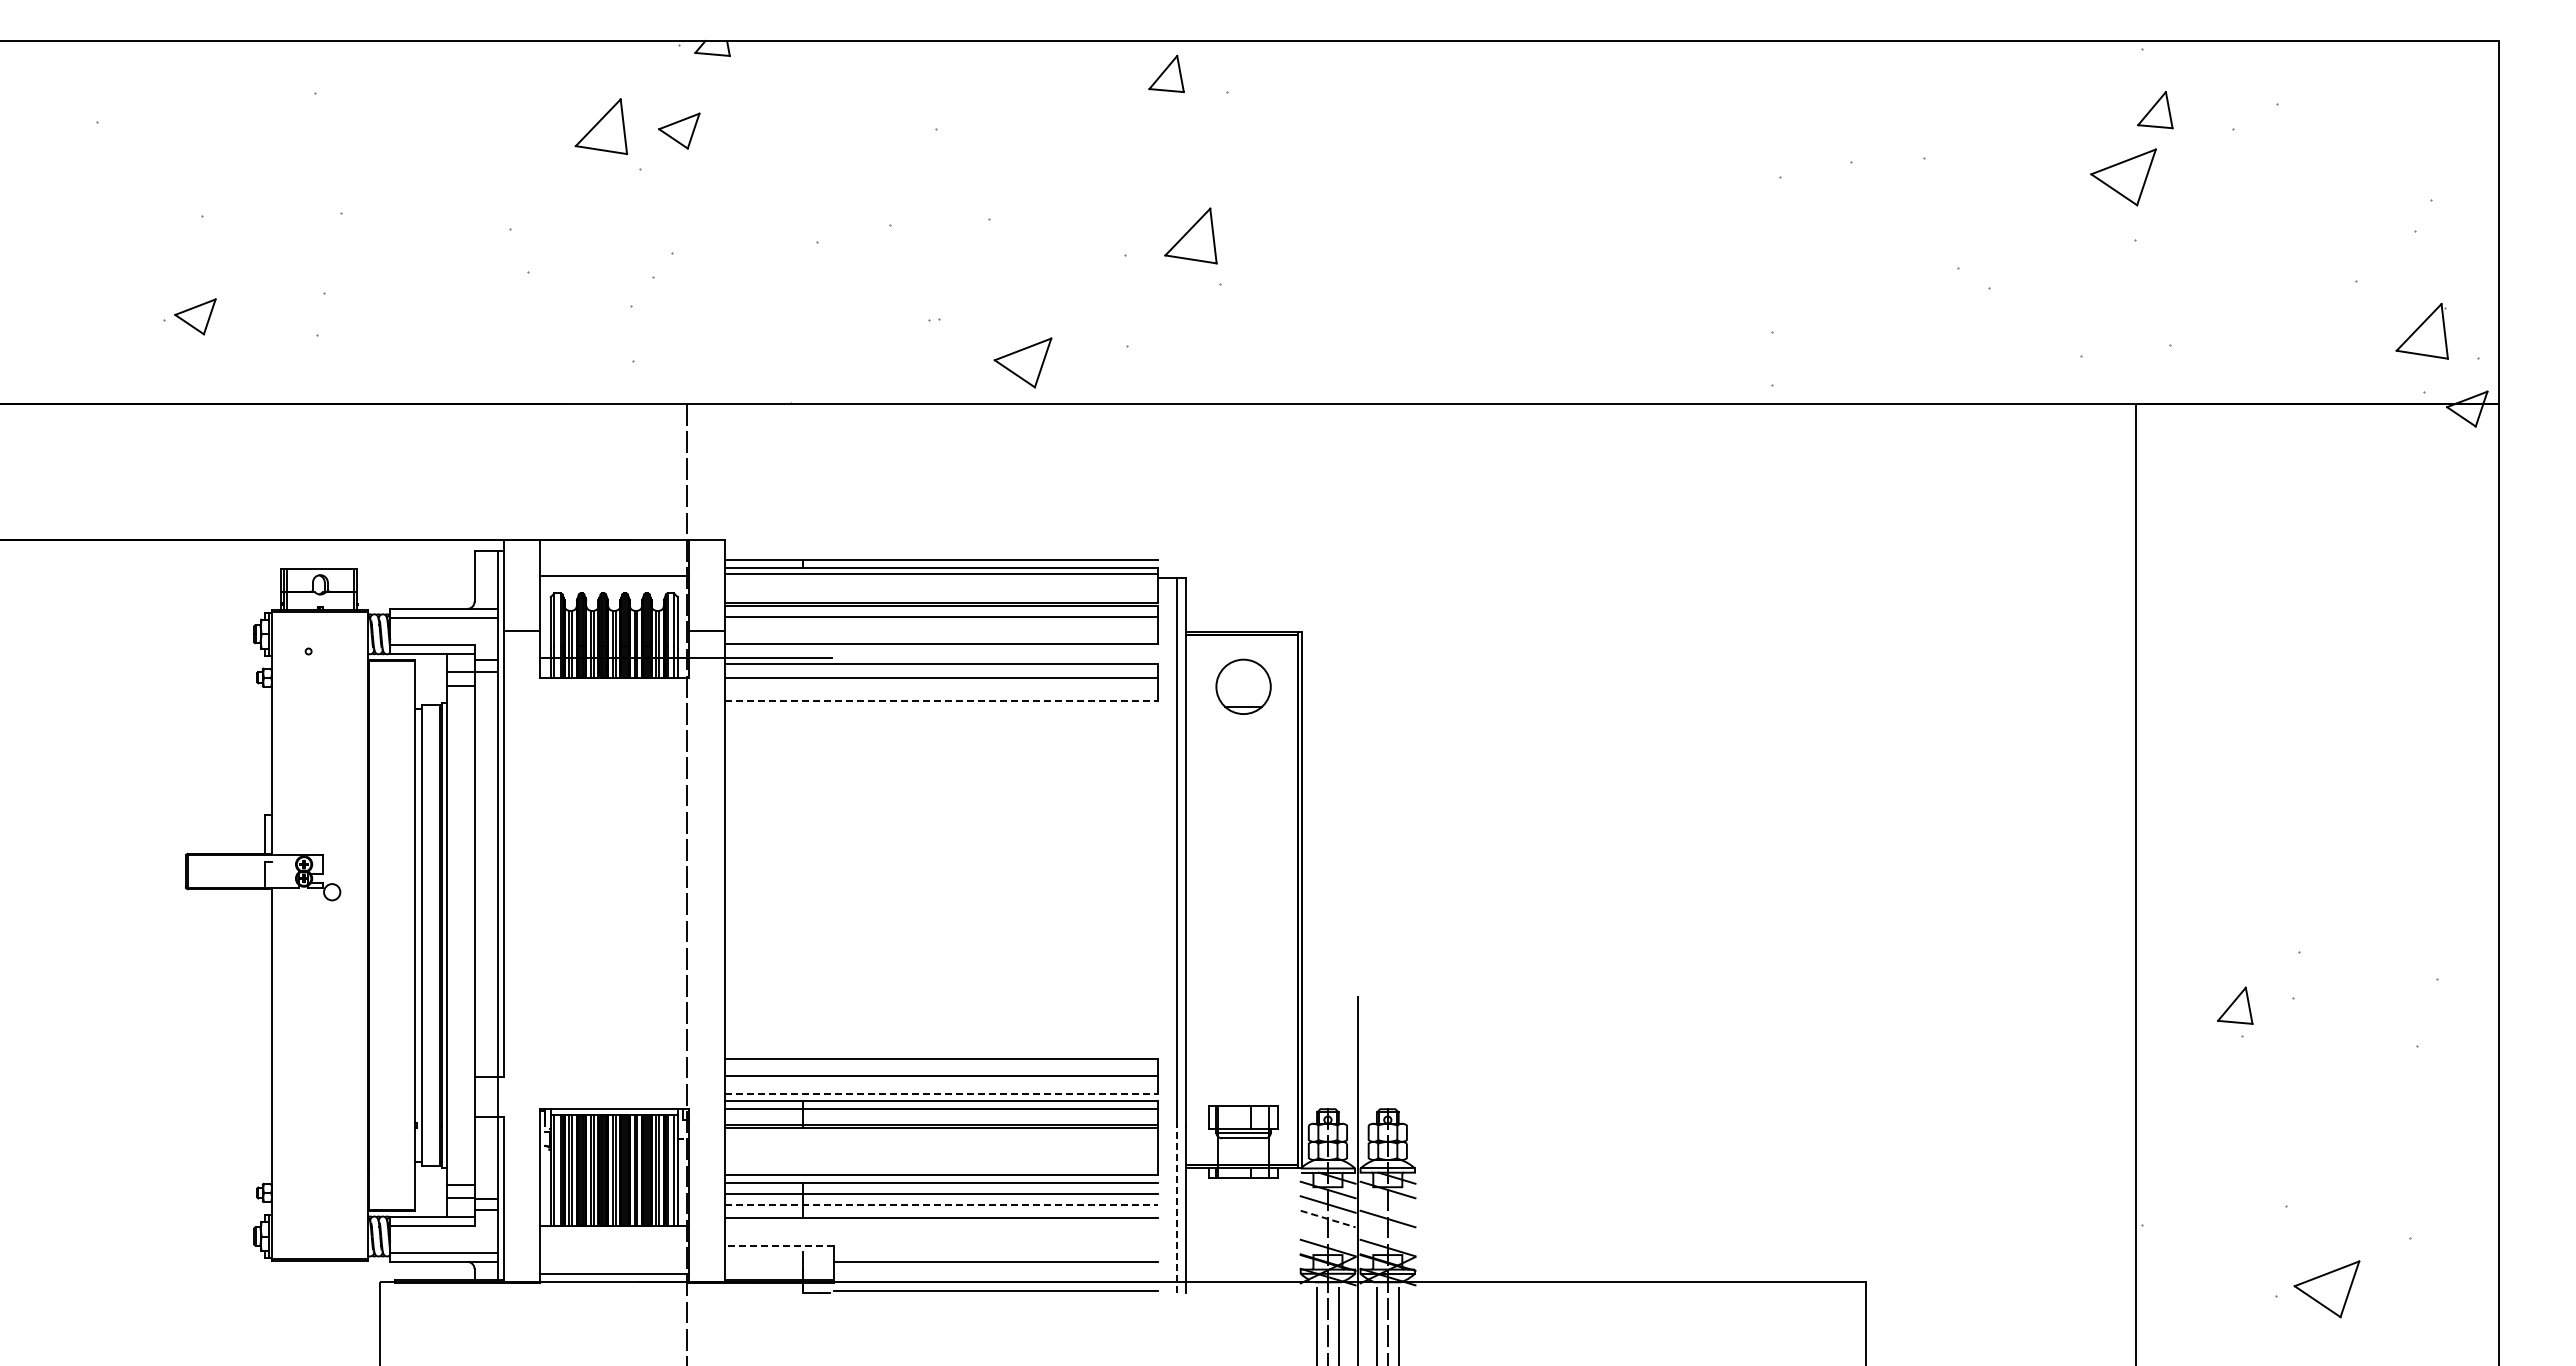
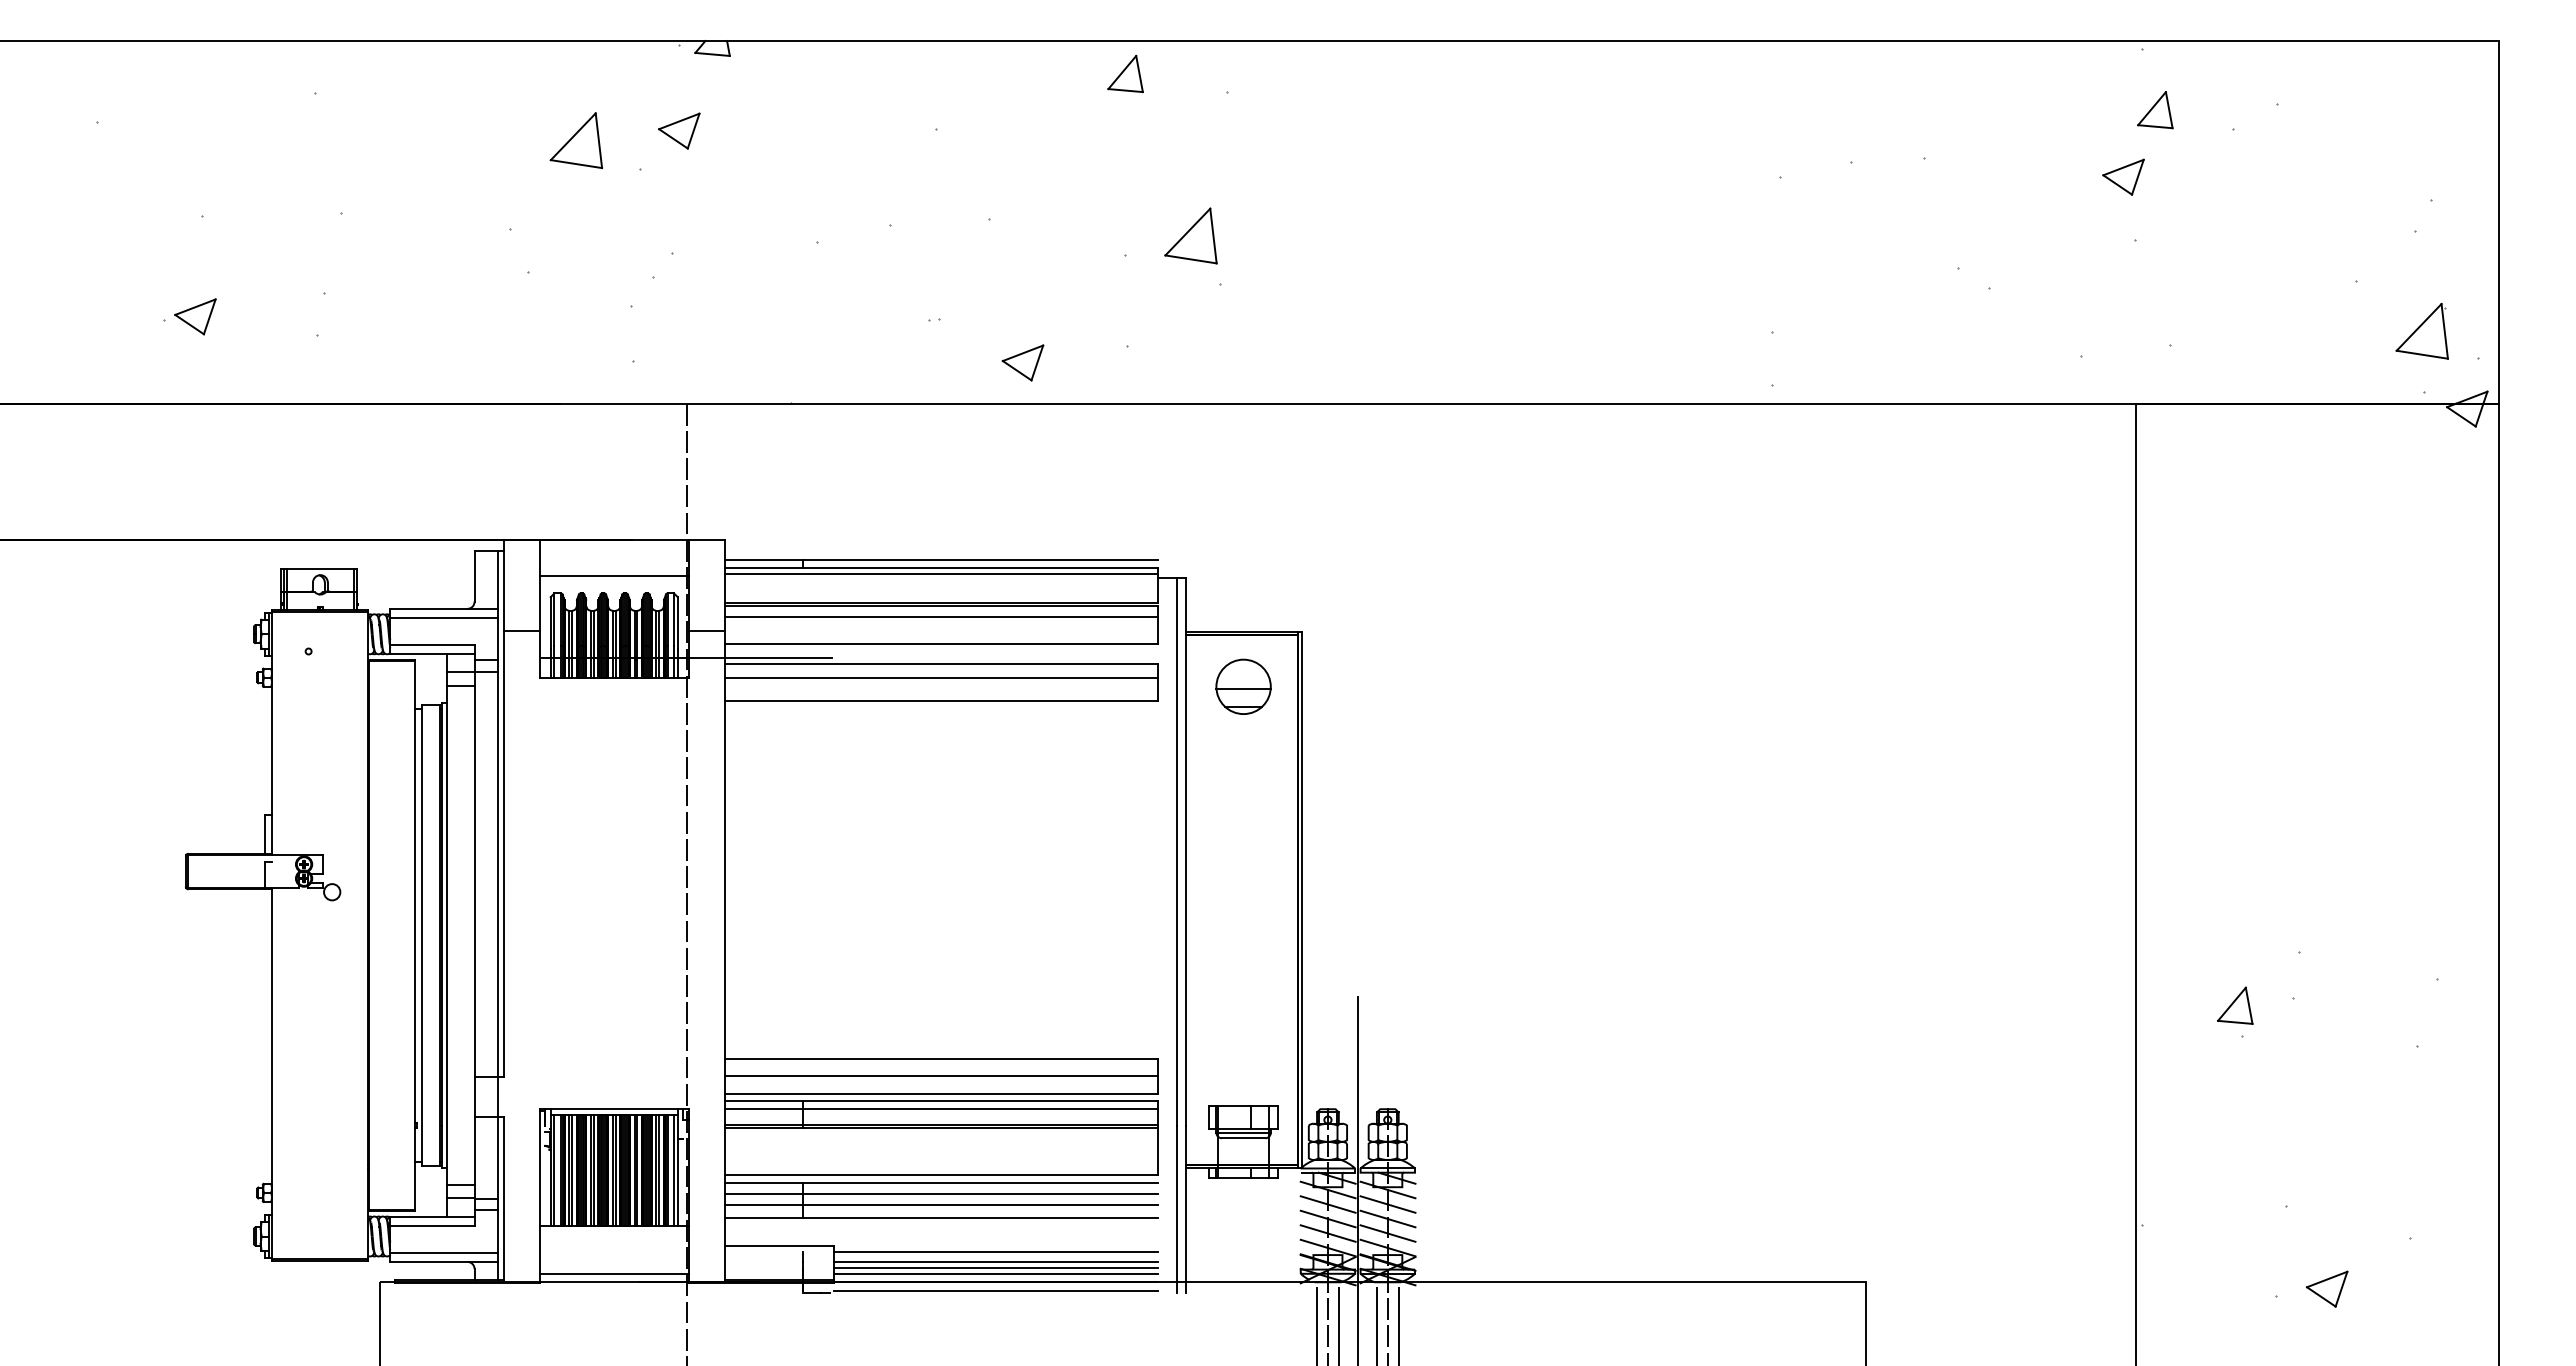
part at (1166, 73) position: (1166, 73) -> (1125, 73)
part at (600, 126) position: (600, 126) -> (575, 140)
part at (2123, 177) size: 67x59 px -> 43x38 px
part at (1022, 362) size: 60x52 px -> 44x38 px
line at (1243, 688): none -> present
line at (941, 701): dashed -> solid
line at (941, 1094): dashed -> solid
line at (941, 1204): dashed -> solid
line at (1387, 1204): none -> present
line at (1176, 1209): dashed -> solid
line at (1328, 1219): dashed -> solid
line at (1327, 1233): none -> present
line at (1387, 1233): none -> present
line at (778, 1246): dashed -> solid
line at (995, 1251): none -> present
line at (995, 1268): none -> present
line at (995, 1273): none -> present
part at (2326, 1289) size: 68x59 px -> 43x38 px
